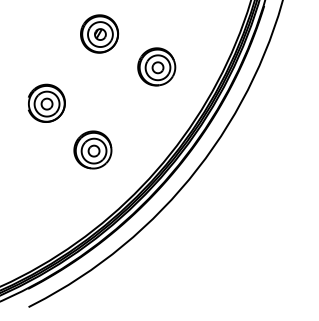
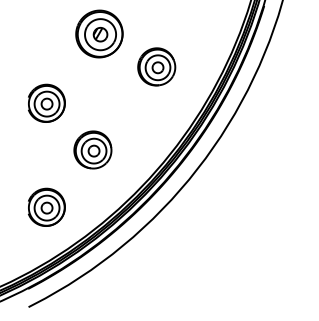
part at (99, 33) size: 40x40 px -> 49x50 px
part at (46, 206): none -> present
